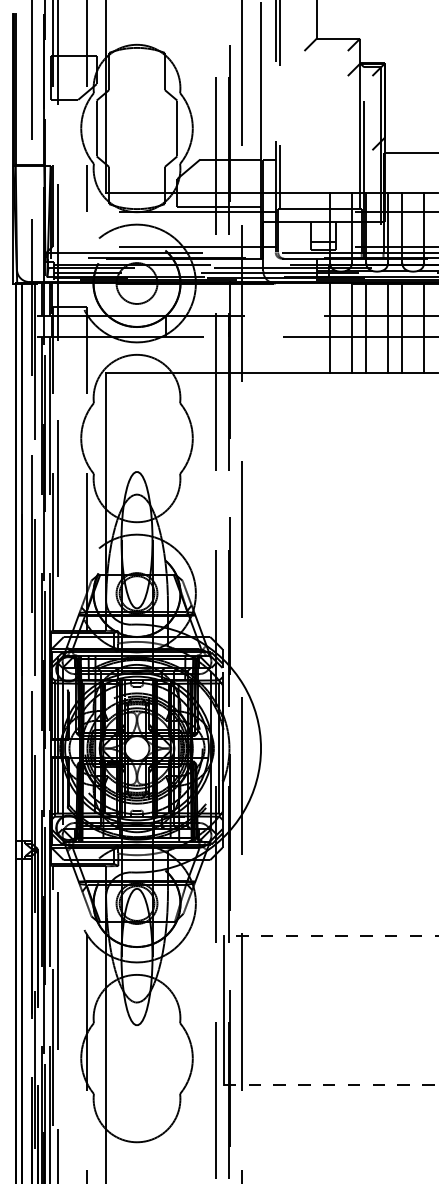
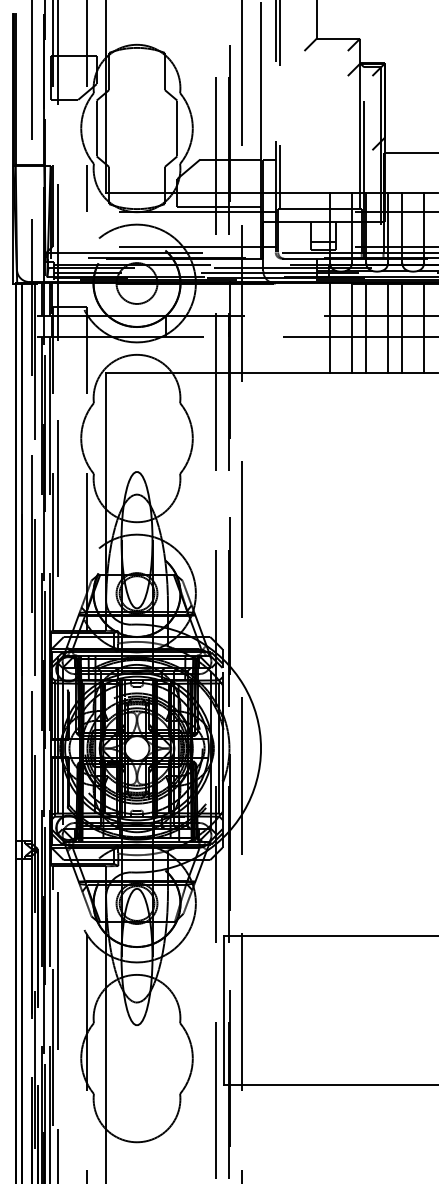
line at (330, 936): dashed -> solid
line at (331, 1085): dashed -> solid
